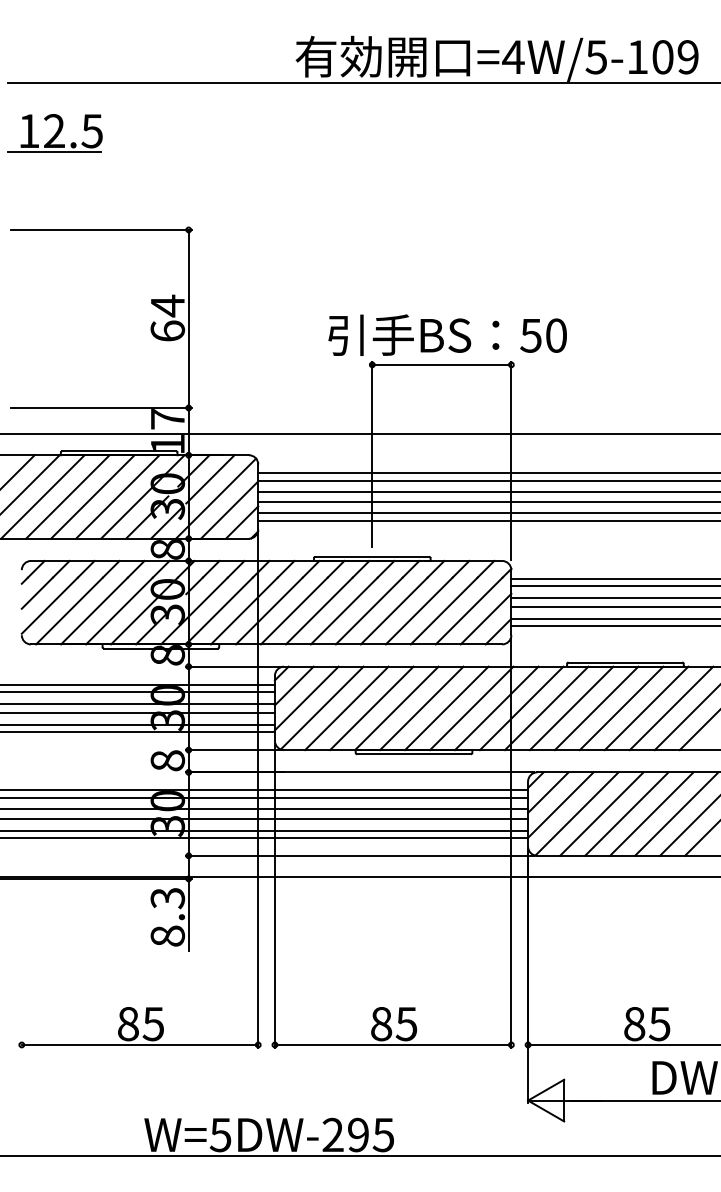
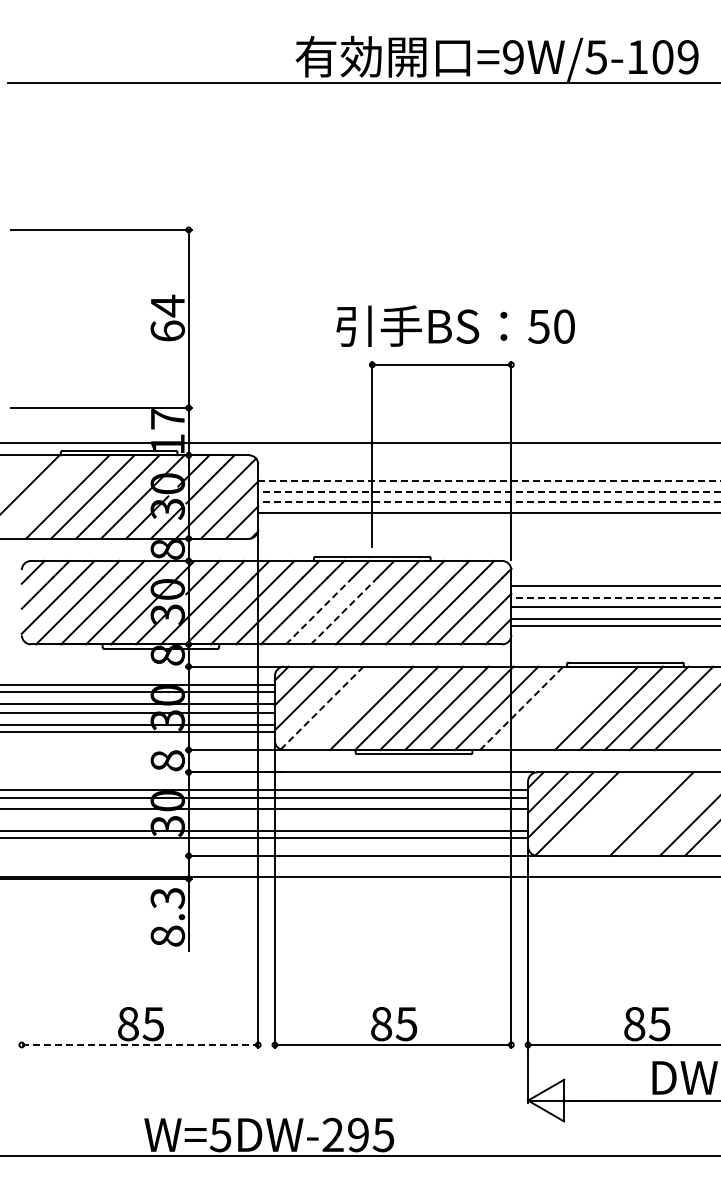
text at (513, 57): =4W/5-109 -> =9W/5-109
part at (54, 133): present -> none
text at (447, 334) position: (447, 334) -> (455, 325)
line at (359, 434) position: (359, 434) -> (359, 443)
line at (18, 471): present -> none
line at (487, 473): present -> none
line at (489, 480): solid -> dashed
line at (488, 492): solid -> dashed
line at (43, 496): present -> none
line at (488, 501): solid -> dashed
line at (487, 520): present -> none
line at (614, 579): present -> none
line at (615, 597): solid -> dashed
line at (319, 610): solid -> dashed
line at (344, 610): solid -> dashed
line at (322, 708): solid -> dashed
line at (346, 708): present -> none
line at (522, 708): solid -> dashed
line at (546, 708): present -> none
line at (571, 708): present -> none
line at (698, 731): present -> none
line at (601, 813): present -> none
line at (626, 813): present -> none
line at (676, 814): present -> none
line at (265, 818): present -> none
line at (140, 1044): solid -> dashed
